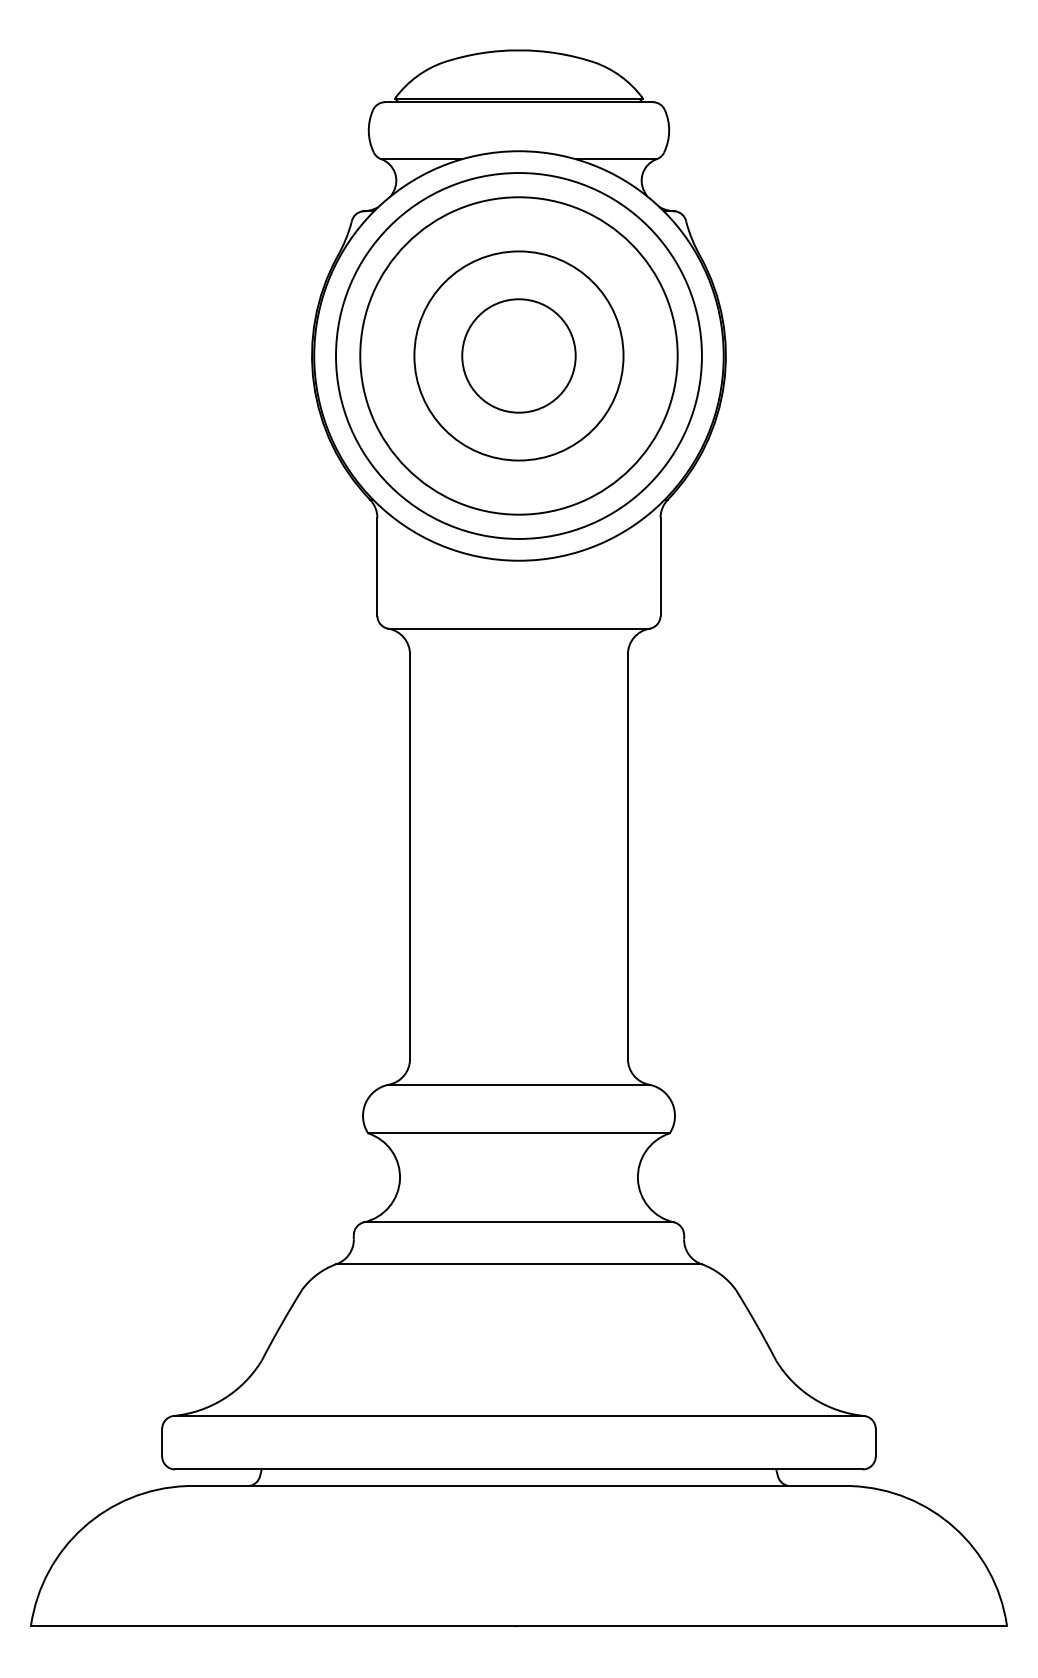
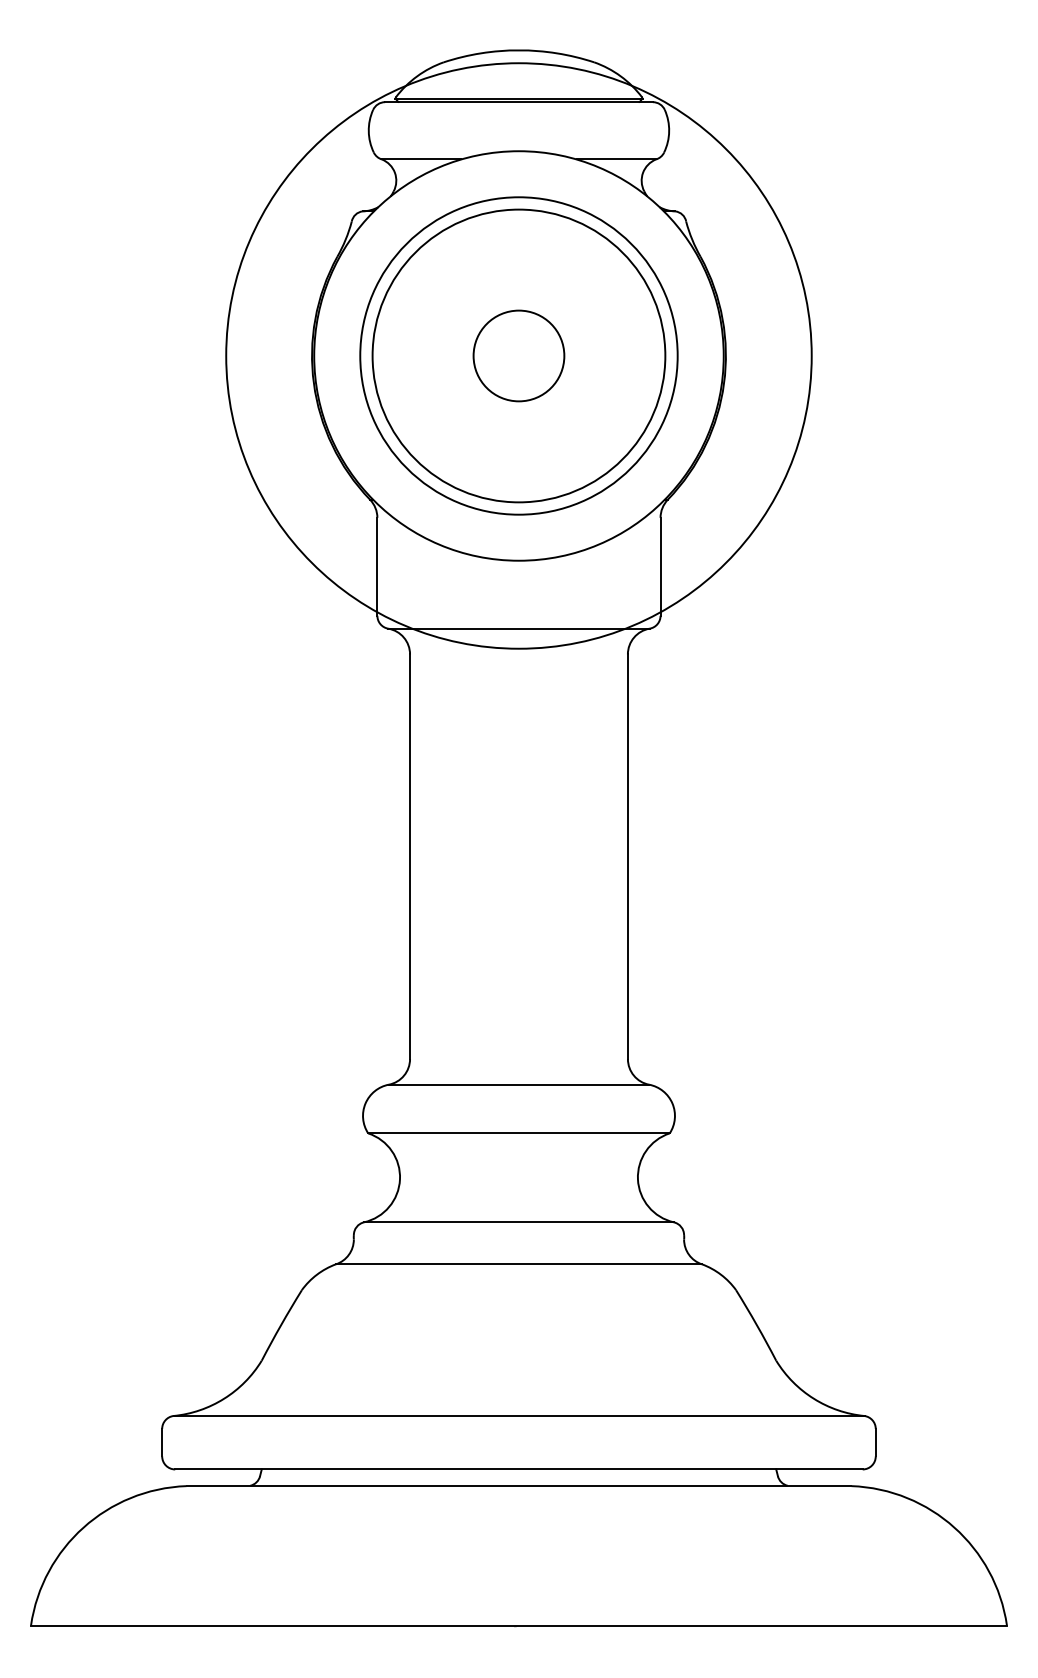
circle at (518, 355) diameter: 113 px -> 91 px
circle at (518, 355) diameter: 209 px -> 293 px
circle at (518, 355) diameter: 366 px -> 586 px
